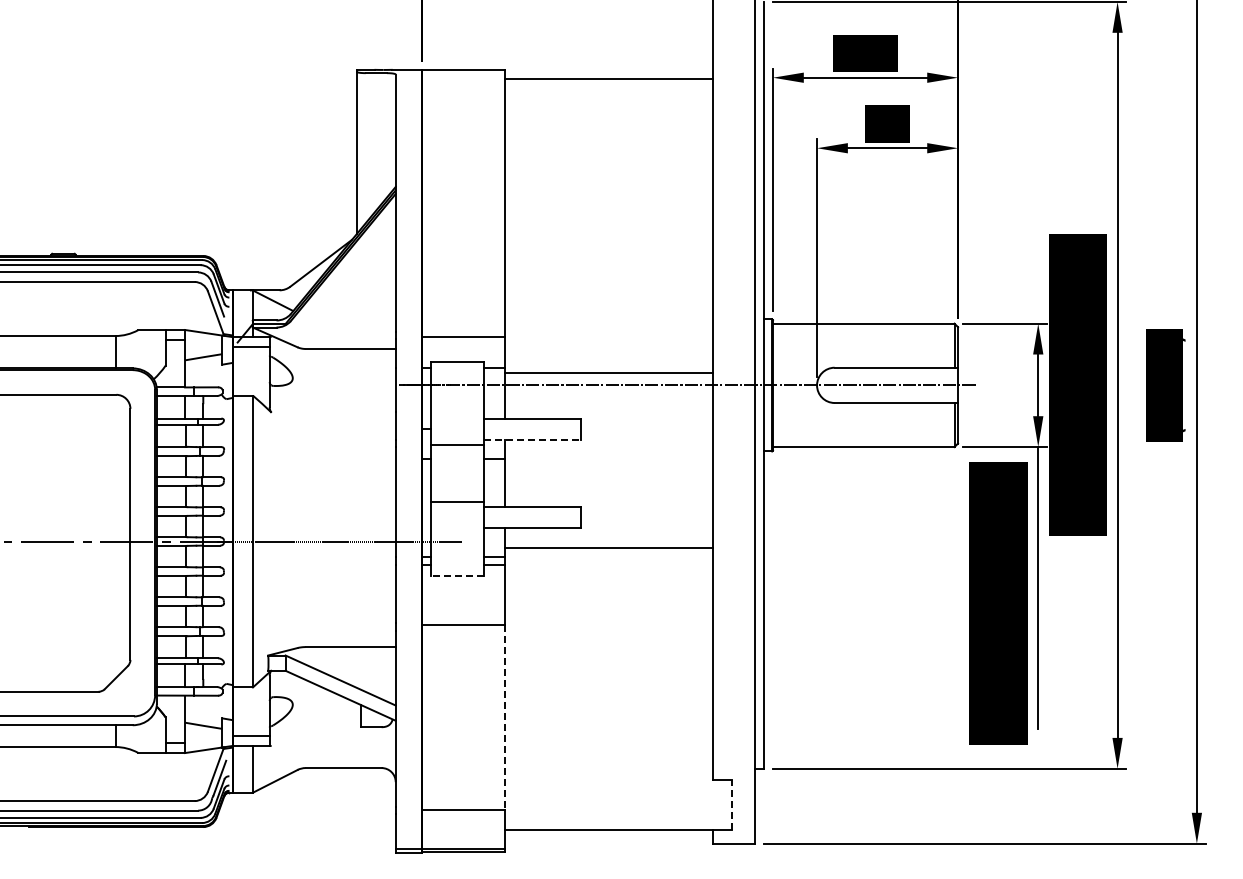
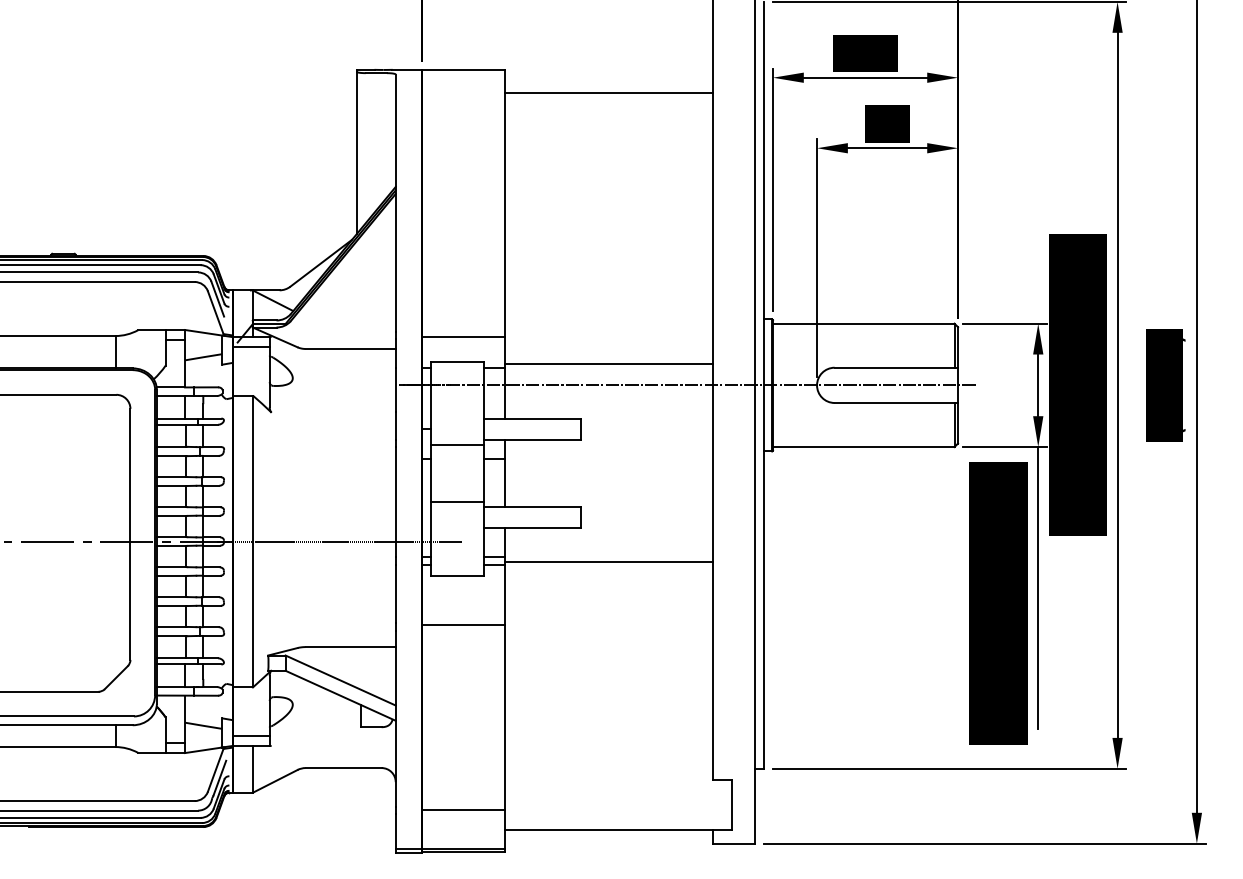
line at (609, 78) position: (609, 78) -> (609, 92)
line at (609, 373) position: (609, 373) -> (609, 364)
line at (532, 440): dashed -> solid
line at (609, 548) position: (609, 548) -> (609, 562)
line at (456, 576): dashed -> solid
line at (505, 718): dashed -> solid
line at (732, 804): dashed -> solid
